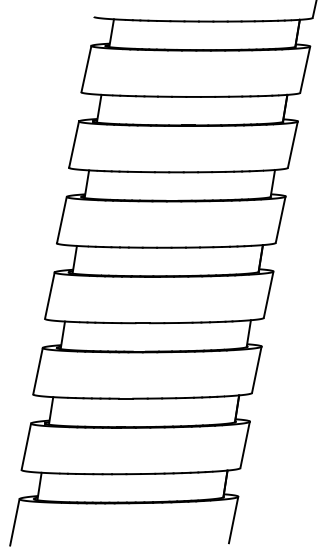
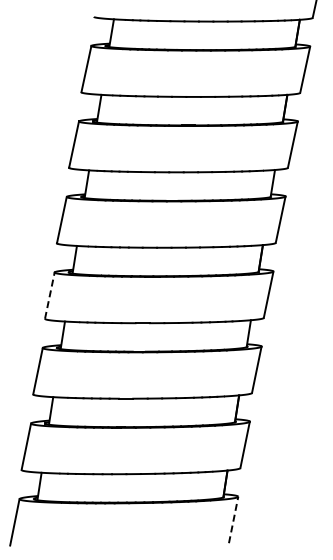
line at (49, 295): solid -> dashed
line at (233, 519): solid -> dashed
